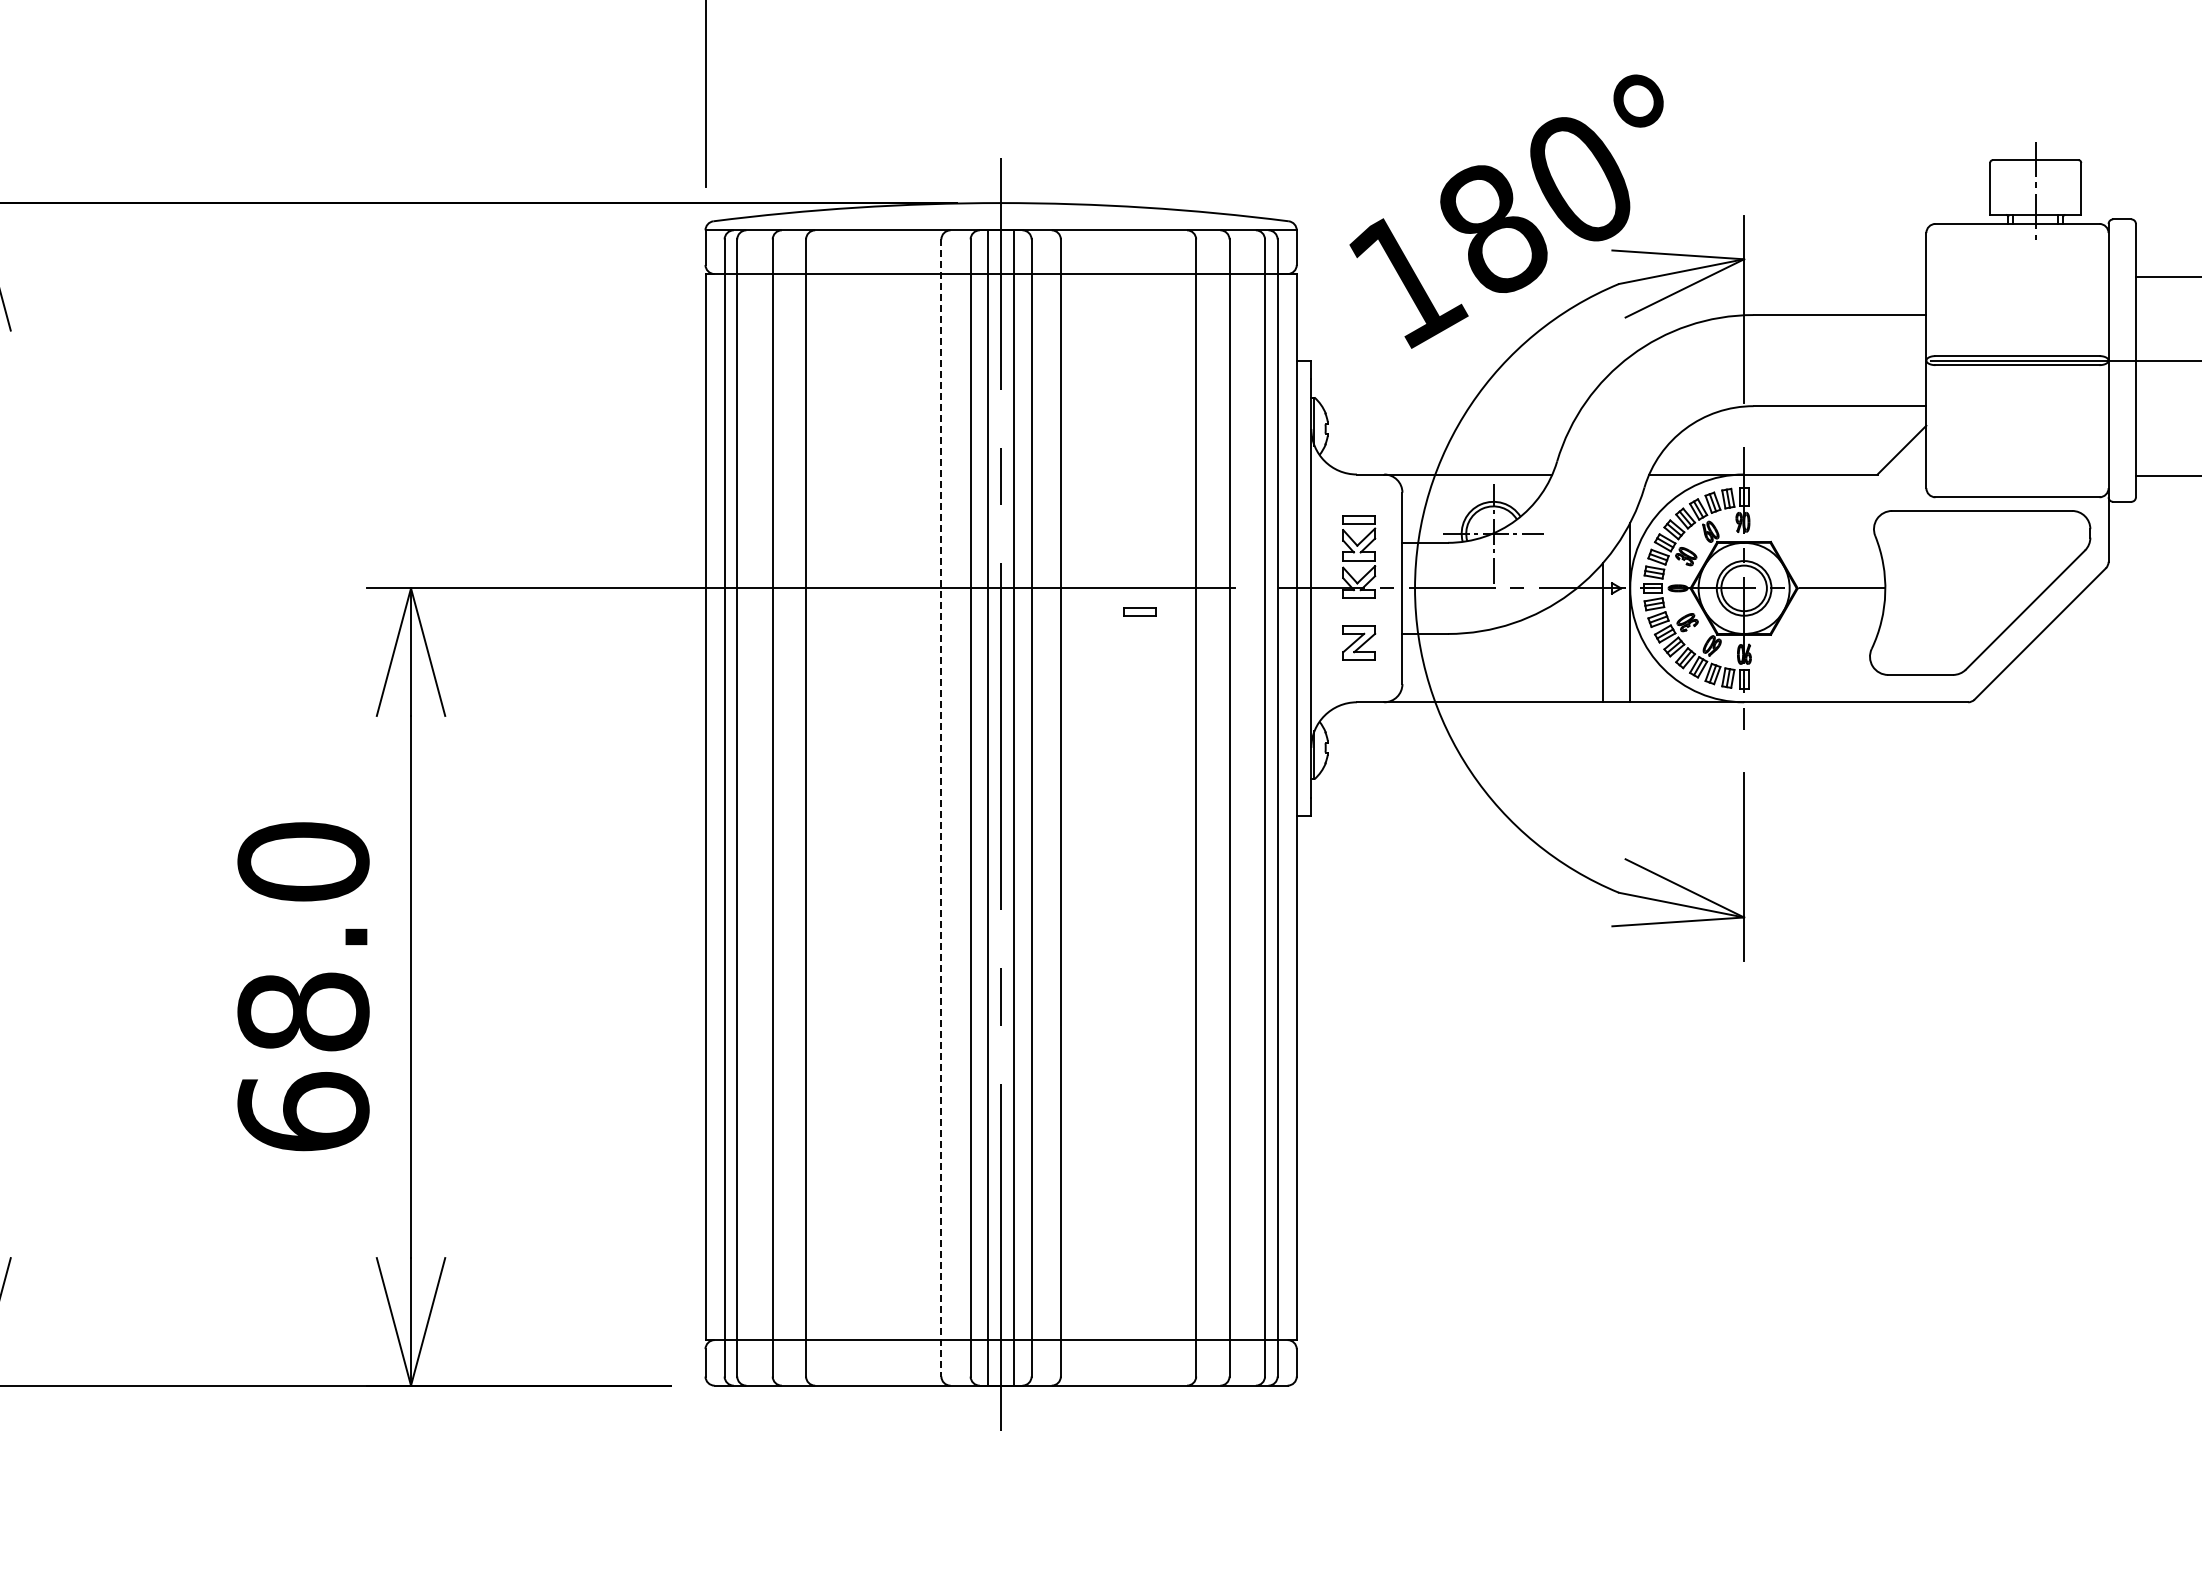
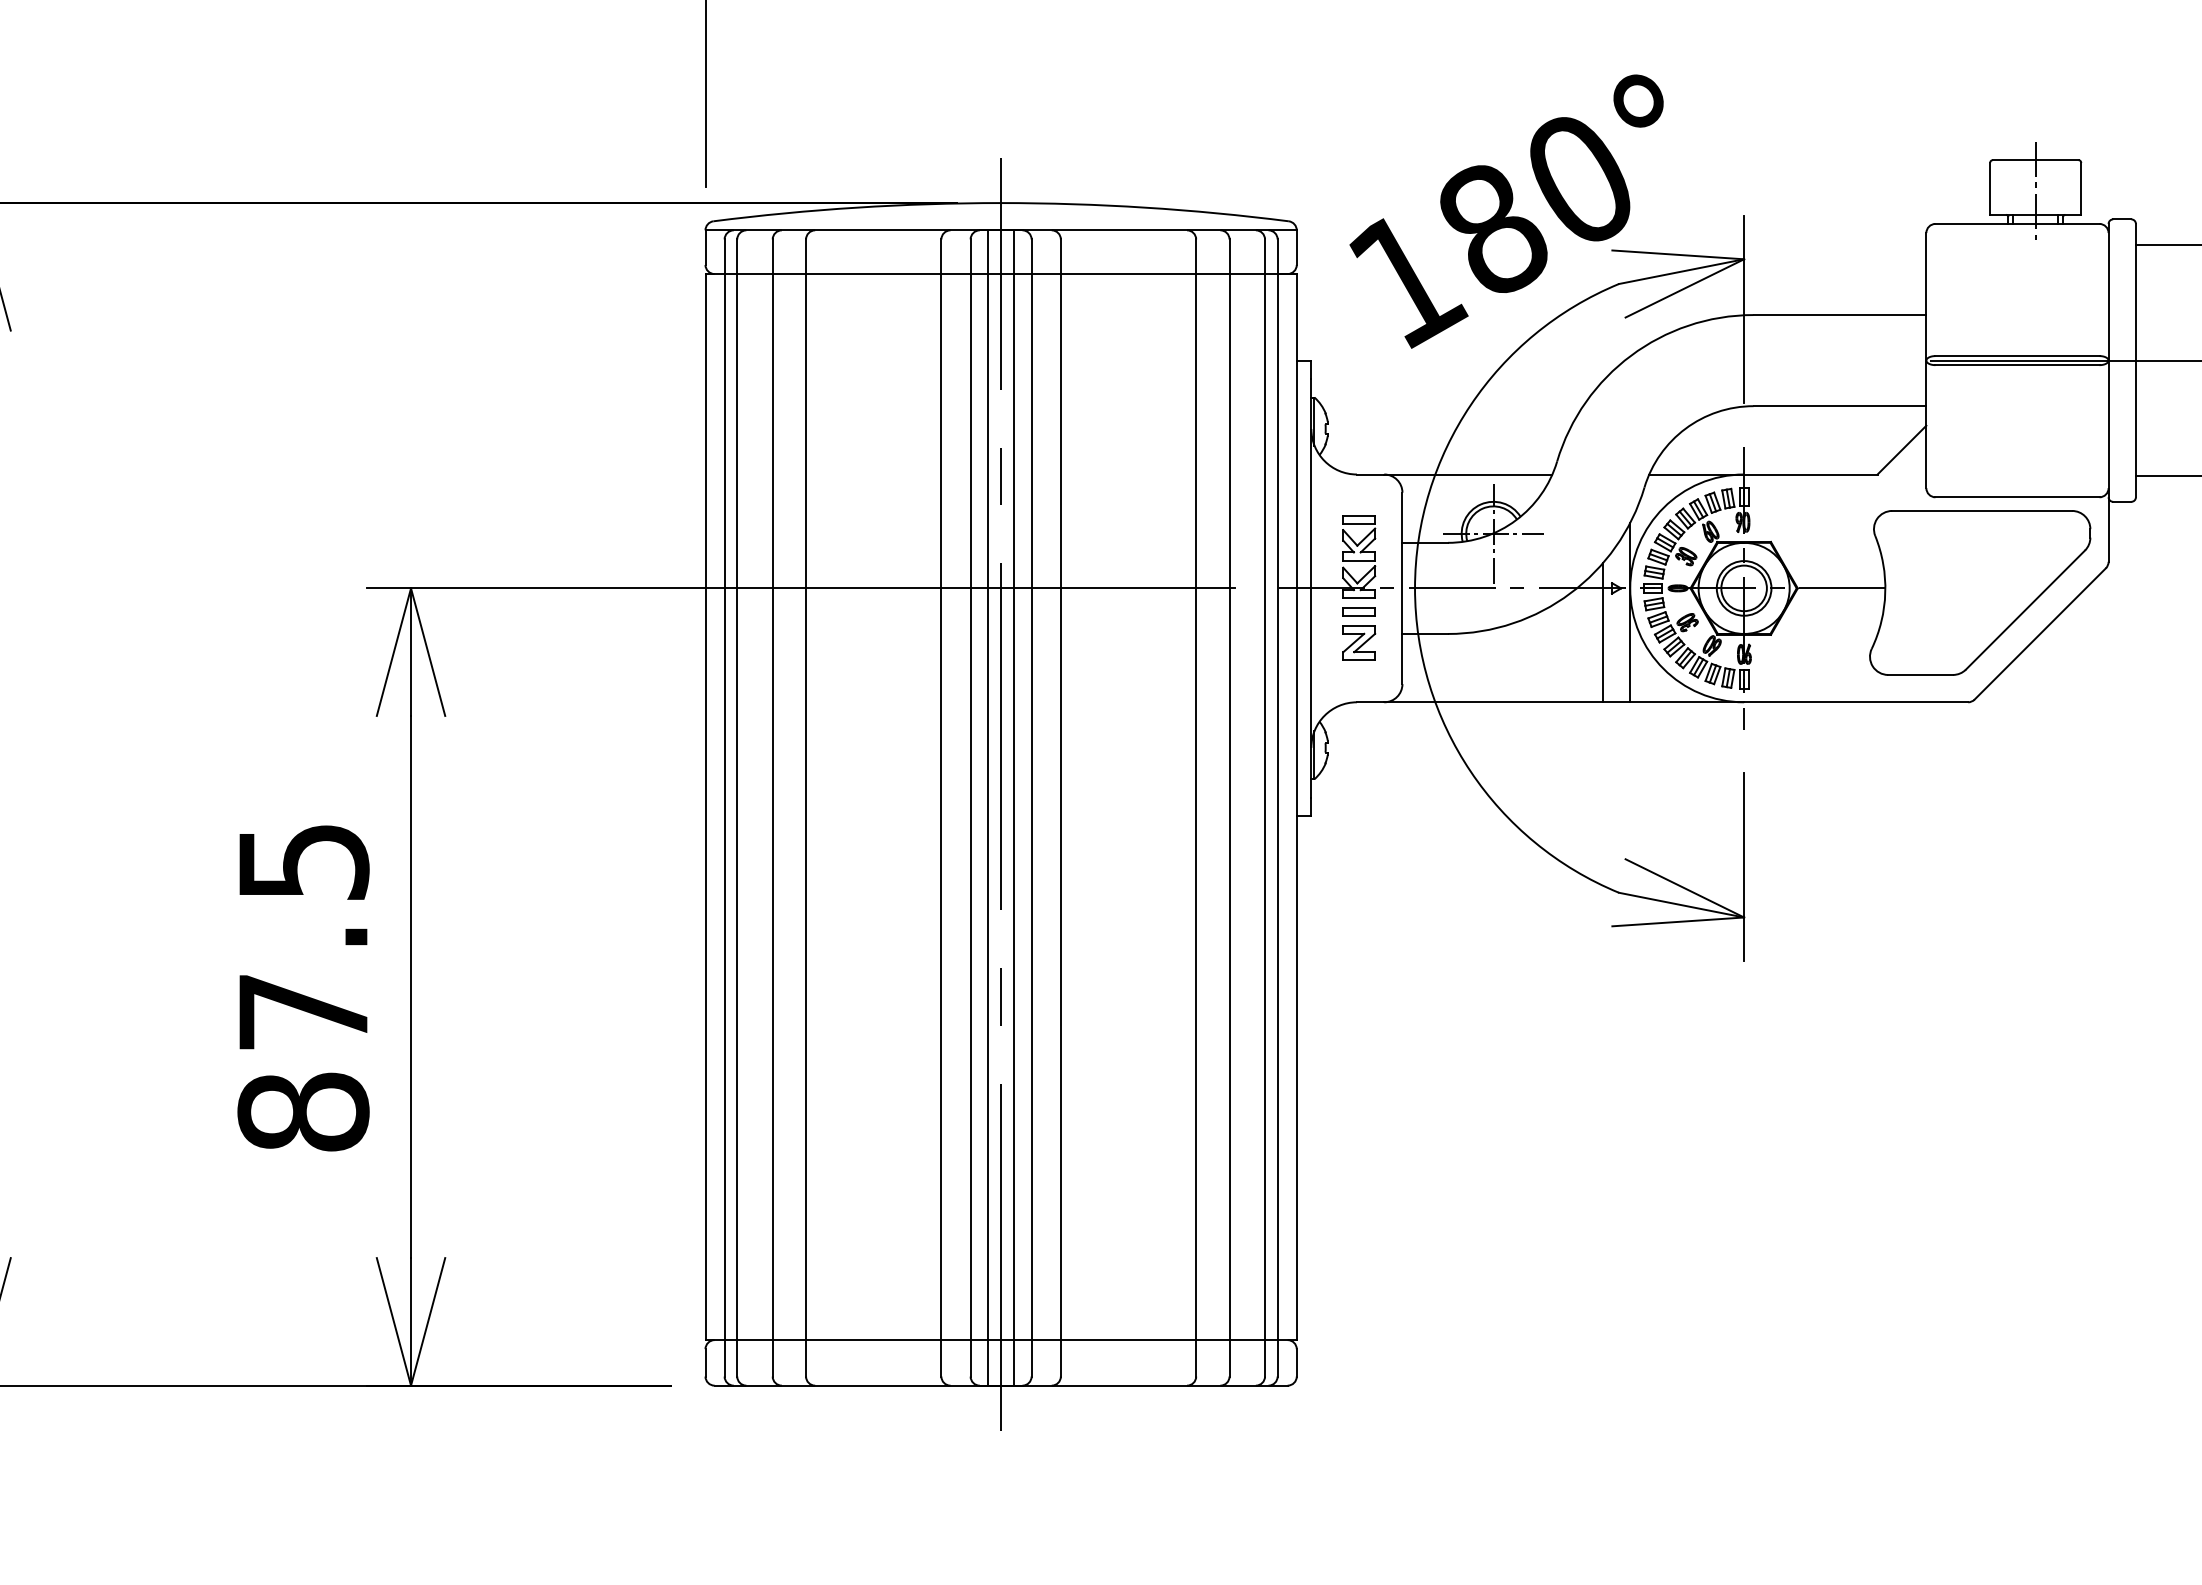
line at (2166, 276) position: (2166, 276) -> (2166, 244)
part at (1139, 611) position: (1139, 611) -> (1358, 611)
line at (941, 808): dashed -> solid
text at (303, 986): 68.0 -> 87.5
